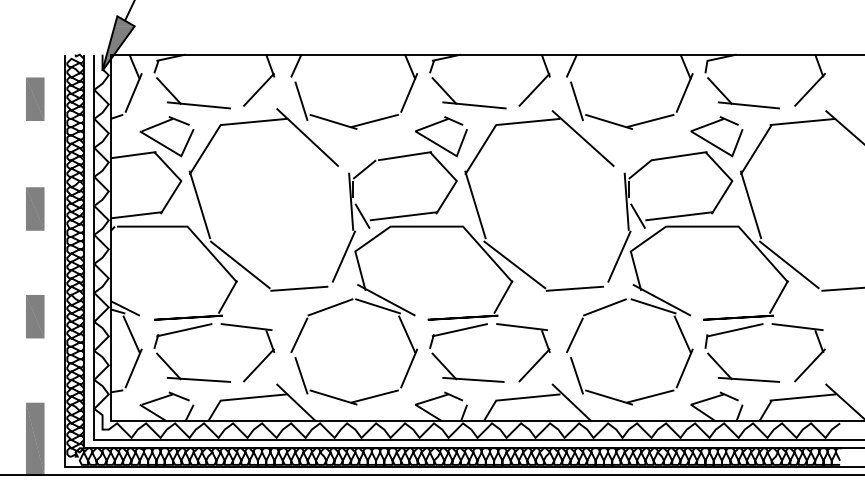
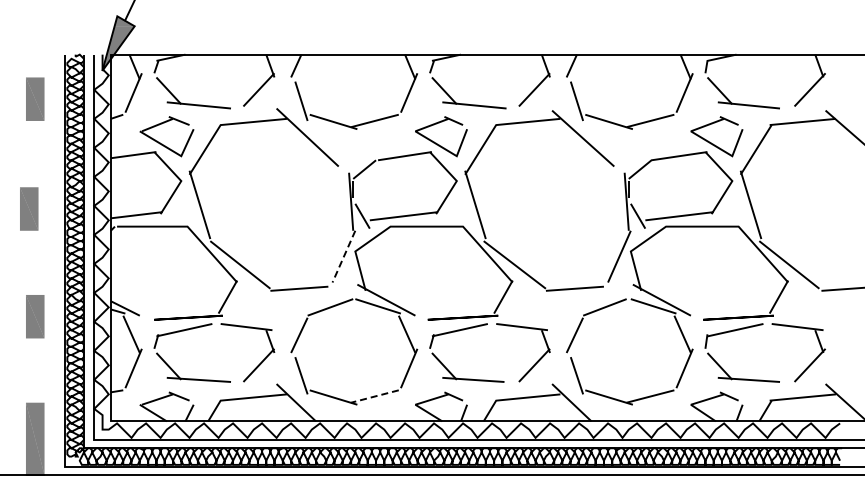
part at (35, 208) position: (35, 208) -> (29, 208)
line at (343, 257): solid -> dashed
line at (374, 396): solid -> dashed
